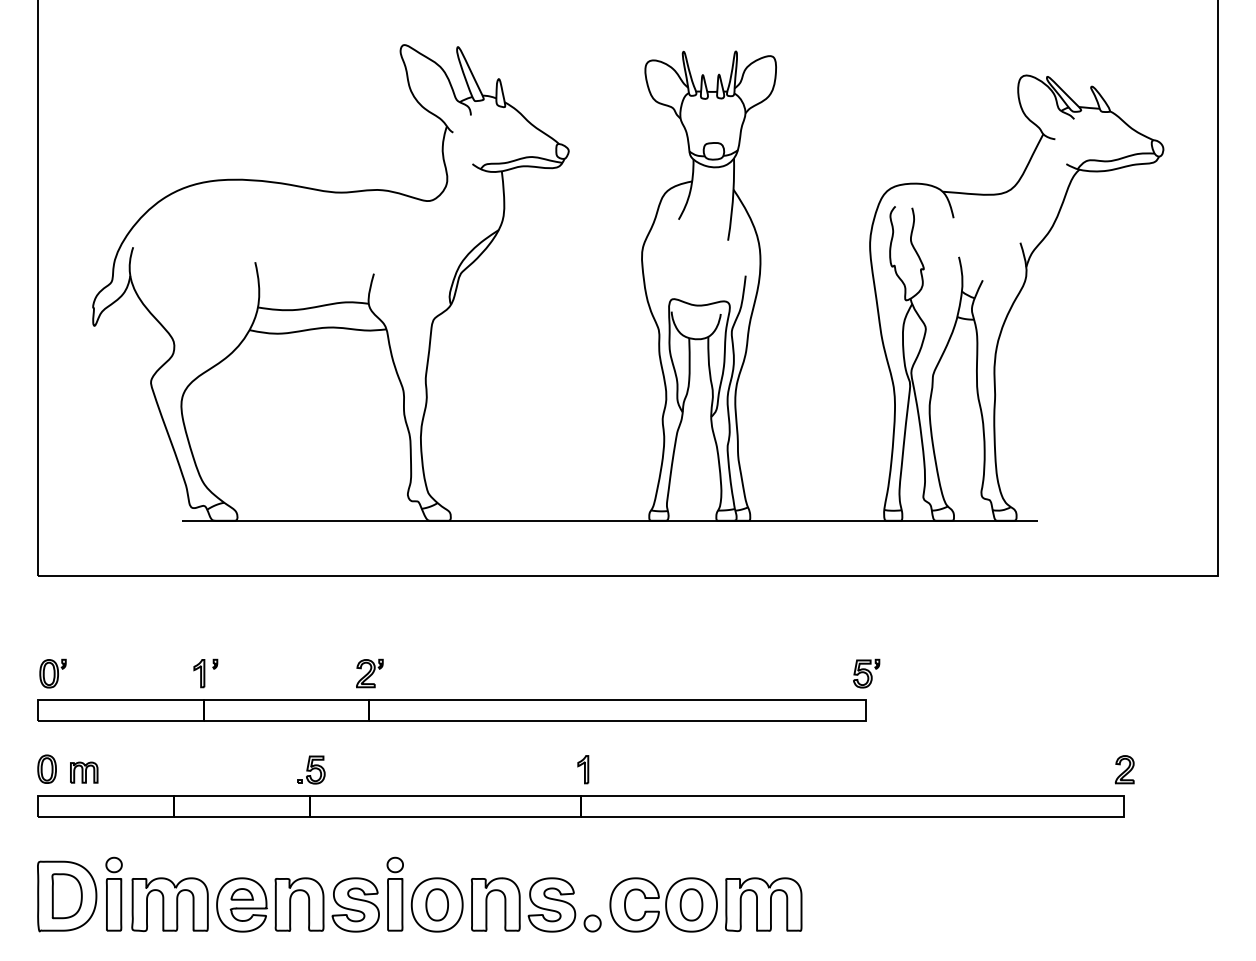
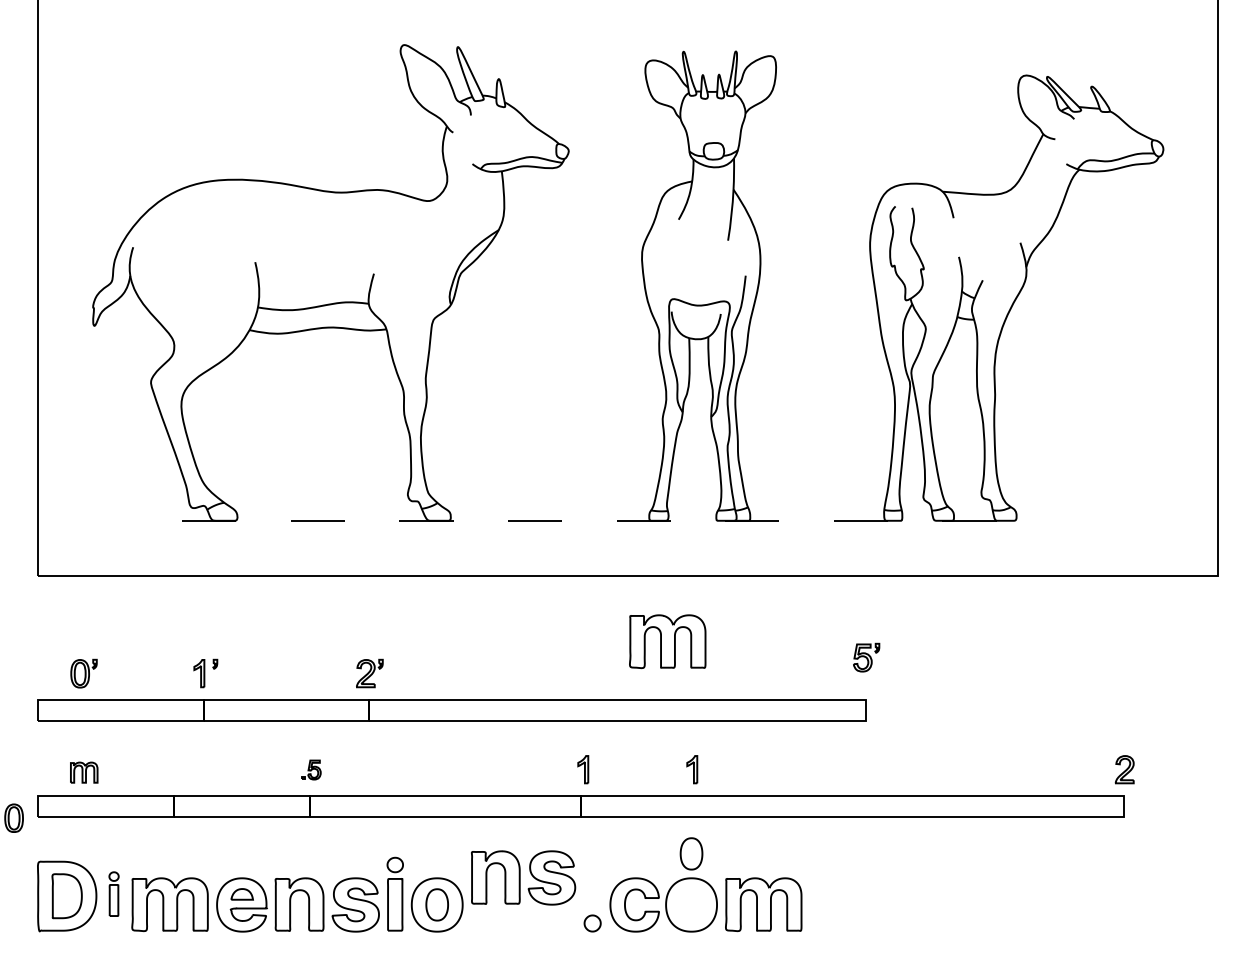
line at (610, 520): solid -> dashed
part at (667, 641): none -> present
part at (52, 673) position: (52, 673) -> (83, 673)
part at (866, 673) position: (866, 673) -> (866, 657)
part at (46, 768) position: (46, 768) -> (13, 817)
part at (311, 769) size: 29x30 px -> 21x22 px
part at (692, 769): none -> present
part at (113, 893) size: 18x76 px -> 12x46 px
part at (523, 904) position: (523, 904) -> (523, 877)
part at (691, 904) position: (691, 904) -> (691, 853)
